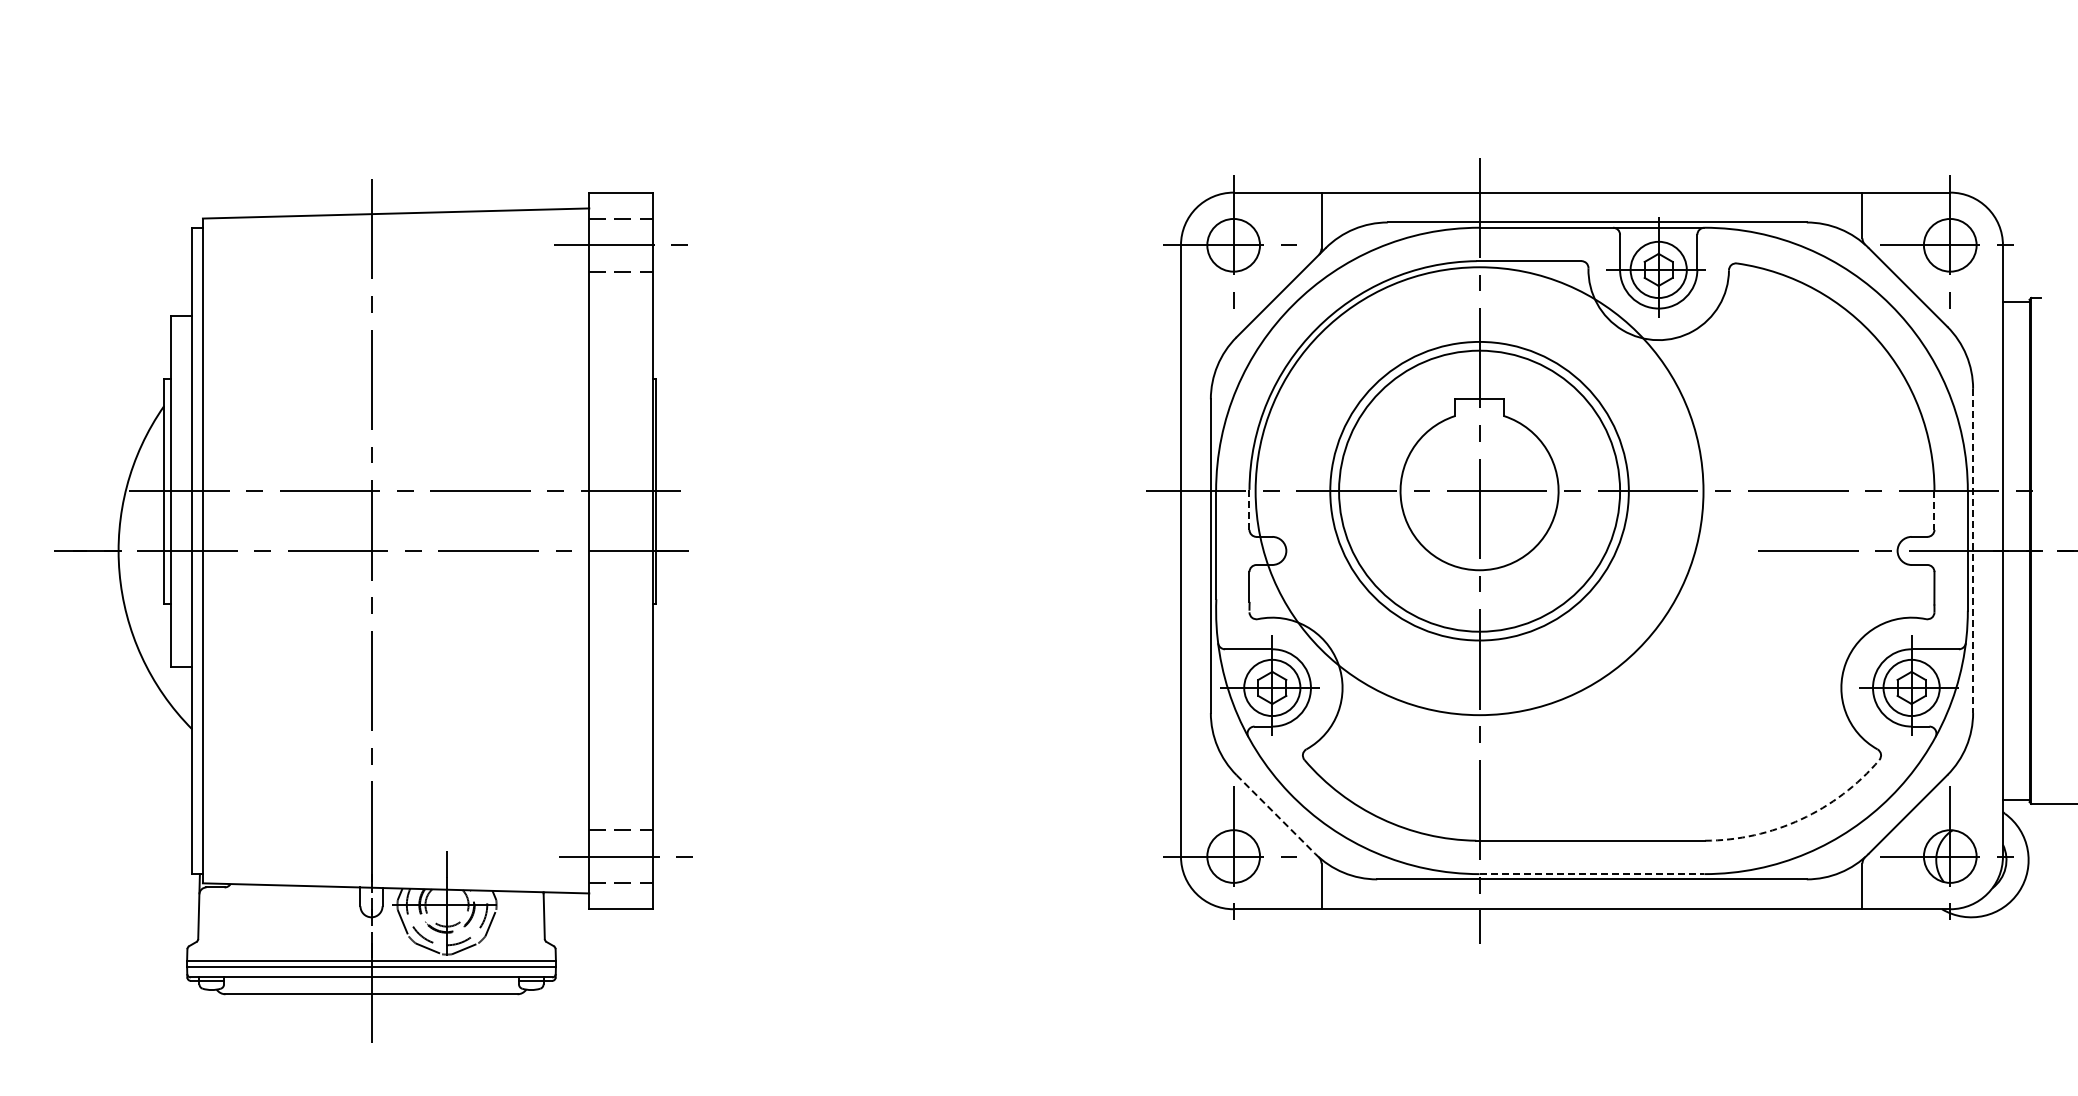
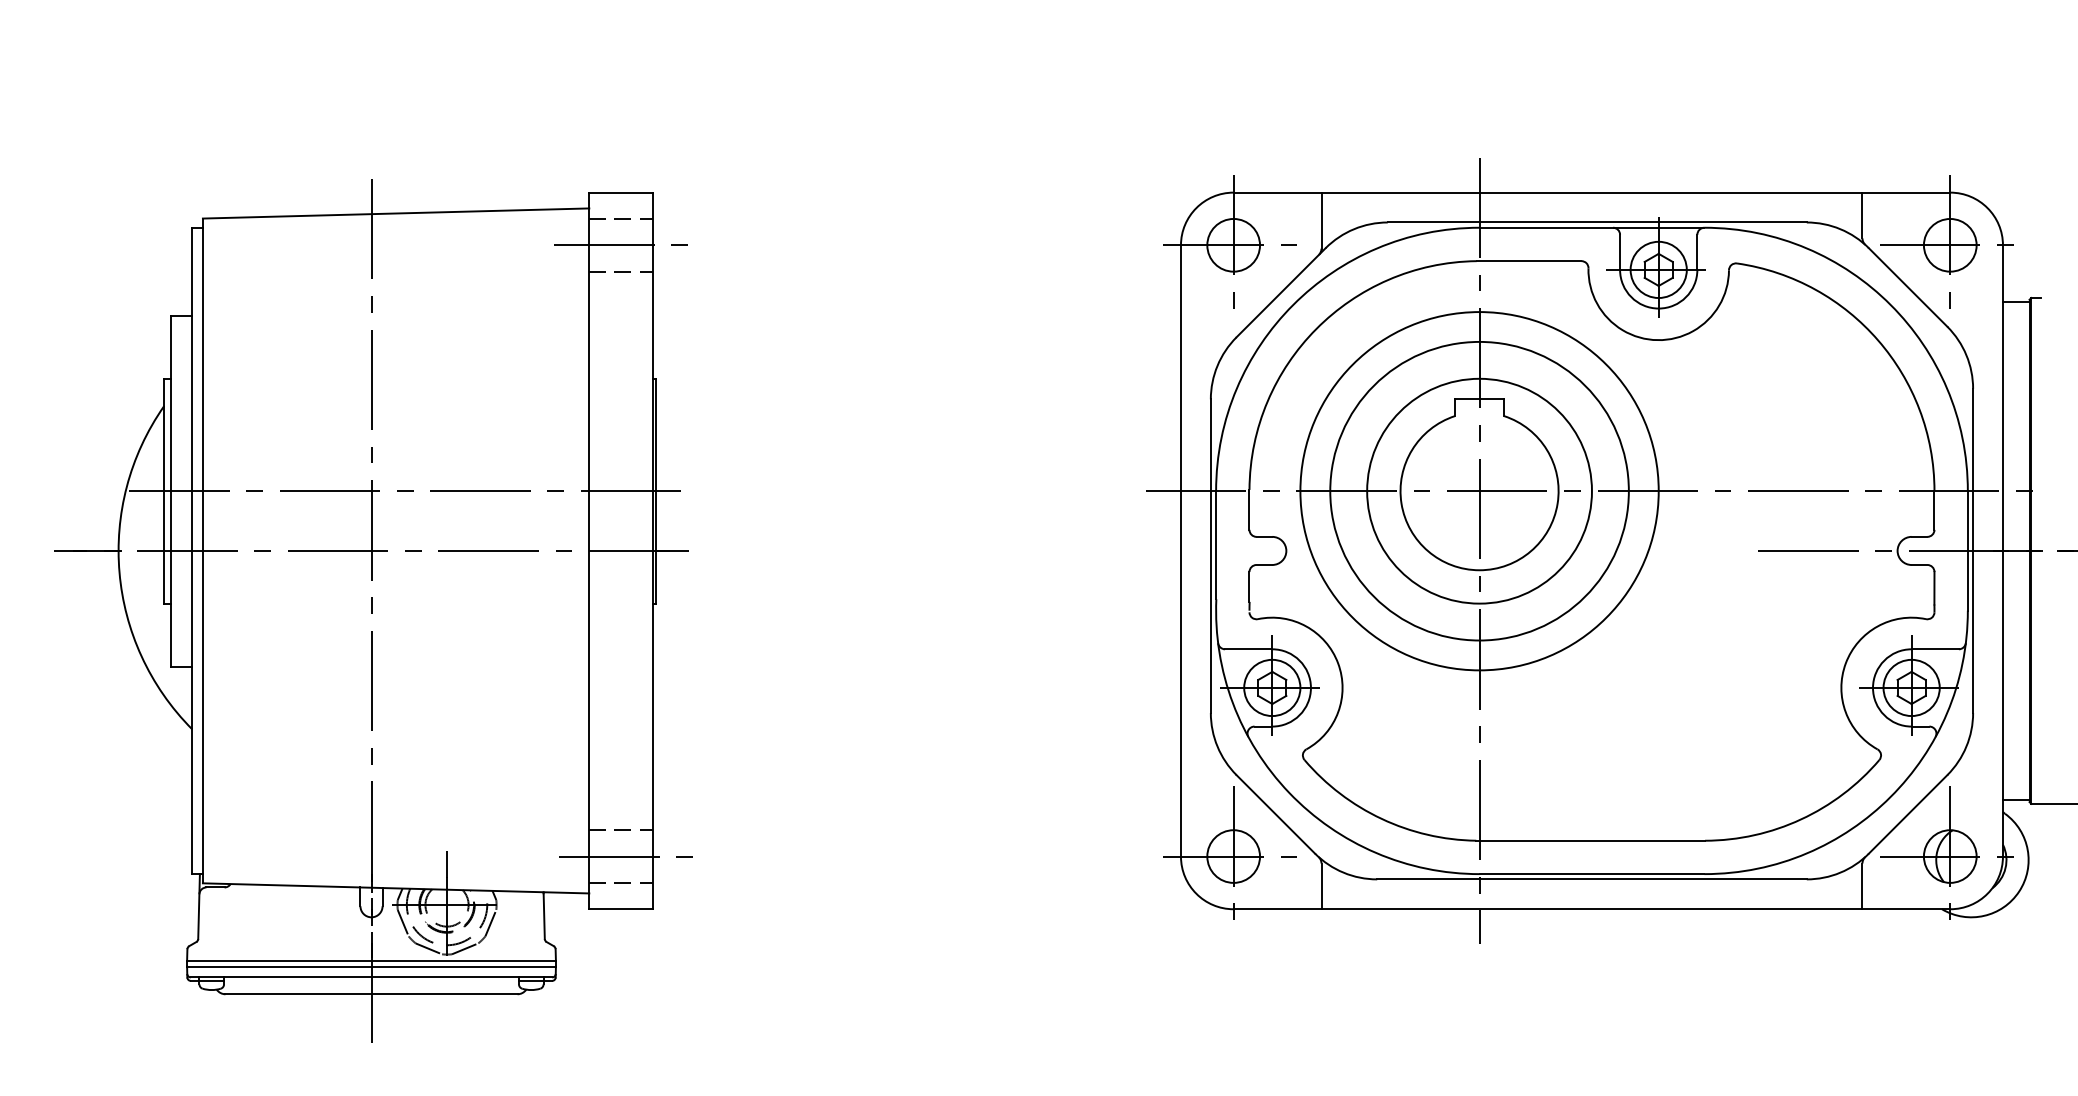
circle at (1479, 490) diameter: 281 px -> 225 px
circle at (1479, 491) diameter: 448 px -> 358 px
line at (1249, 509): dashed -> solid
line at (1934, 511): dashed -> solid
line at (1973, 551): dashed -> solid
line at (1275, 814): dashed -> solid
arc at (1801, 819): dashed -> solid
line at (1592, 874): dashed -> solid
